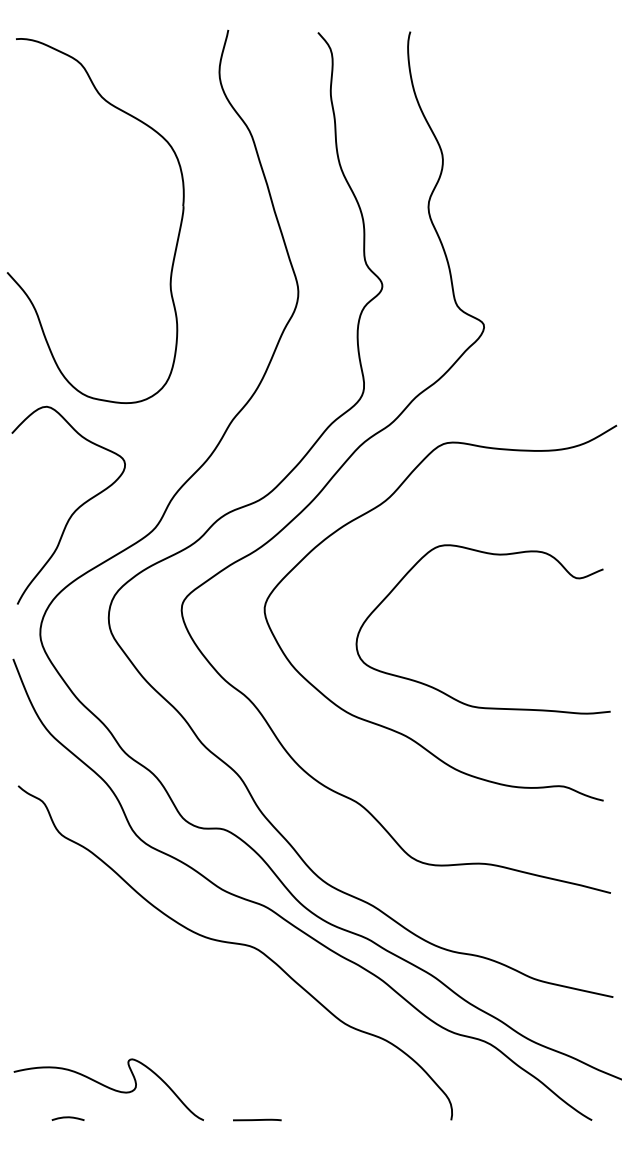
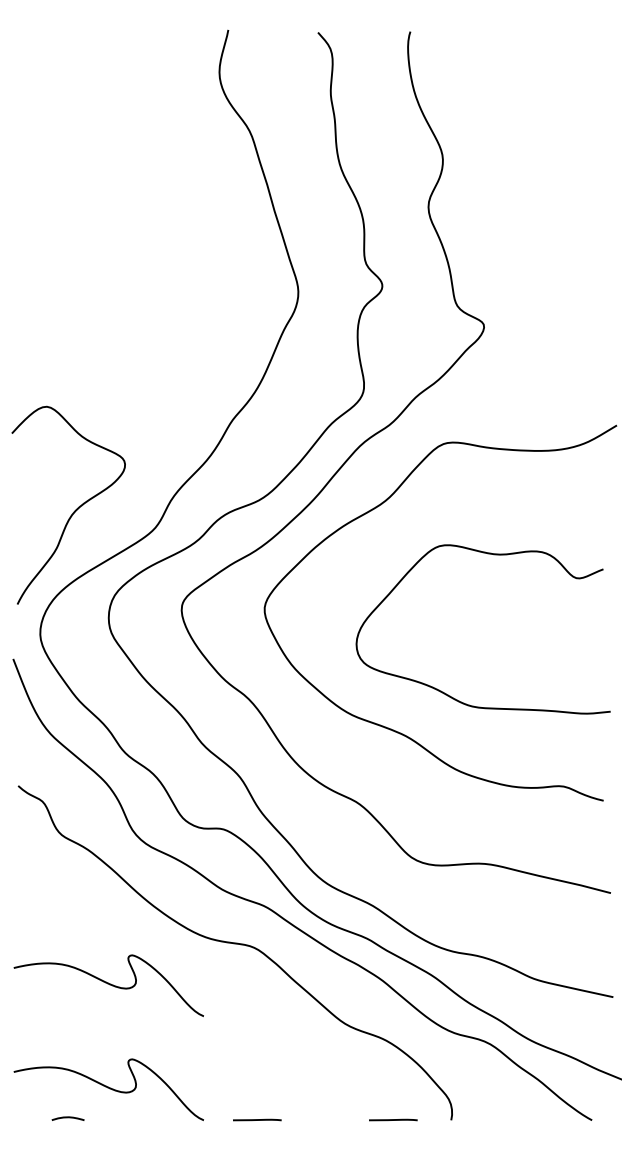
part at (177, 235): present -> none
curve at (108, 984): none -> present
line at (393, 1119): none -> present
